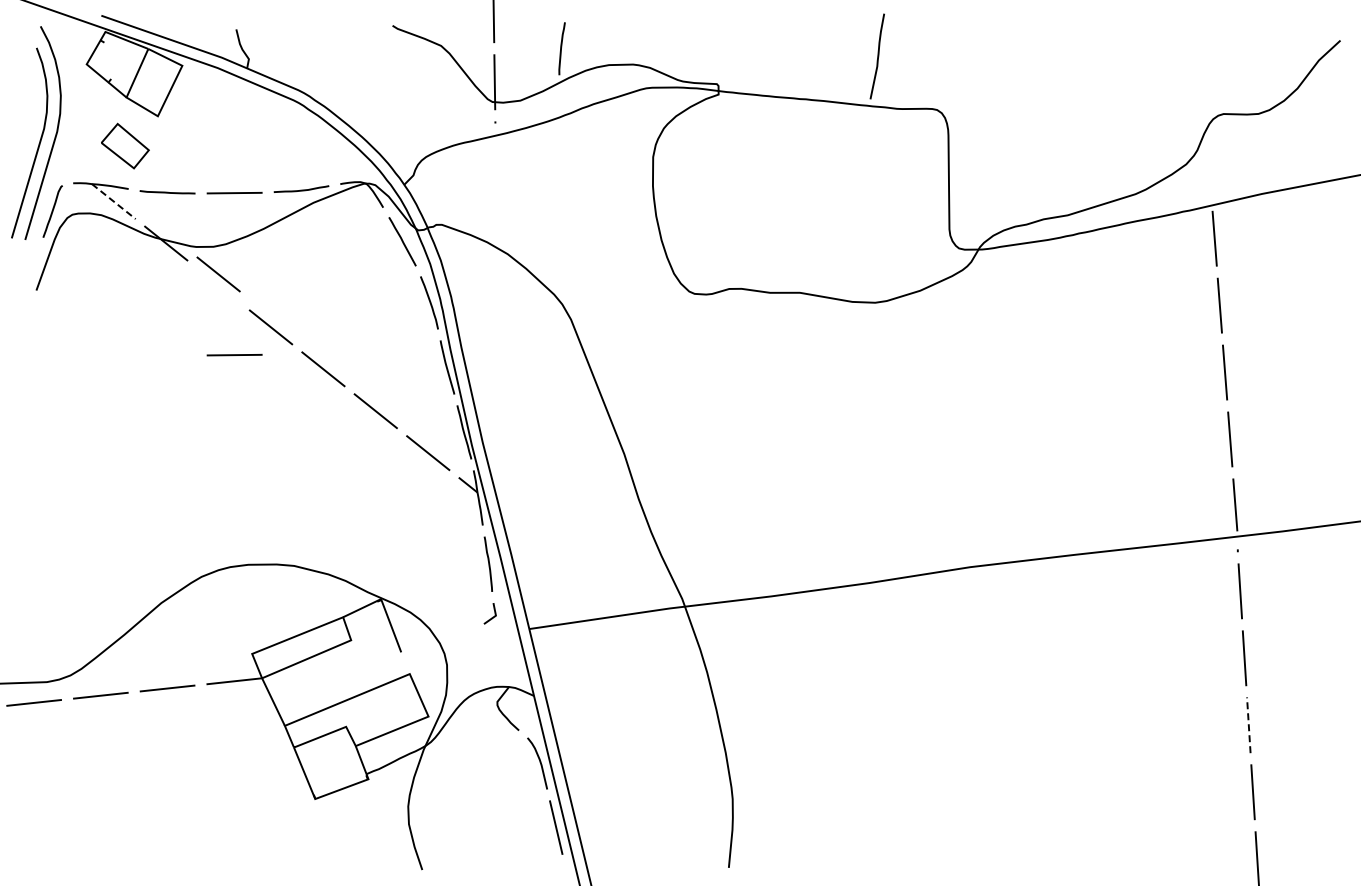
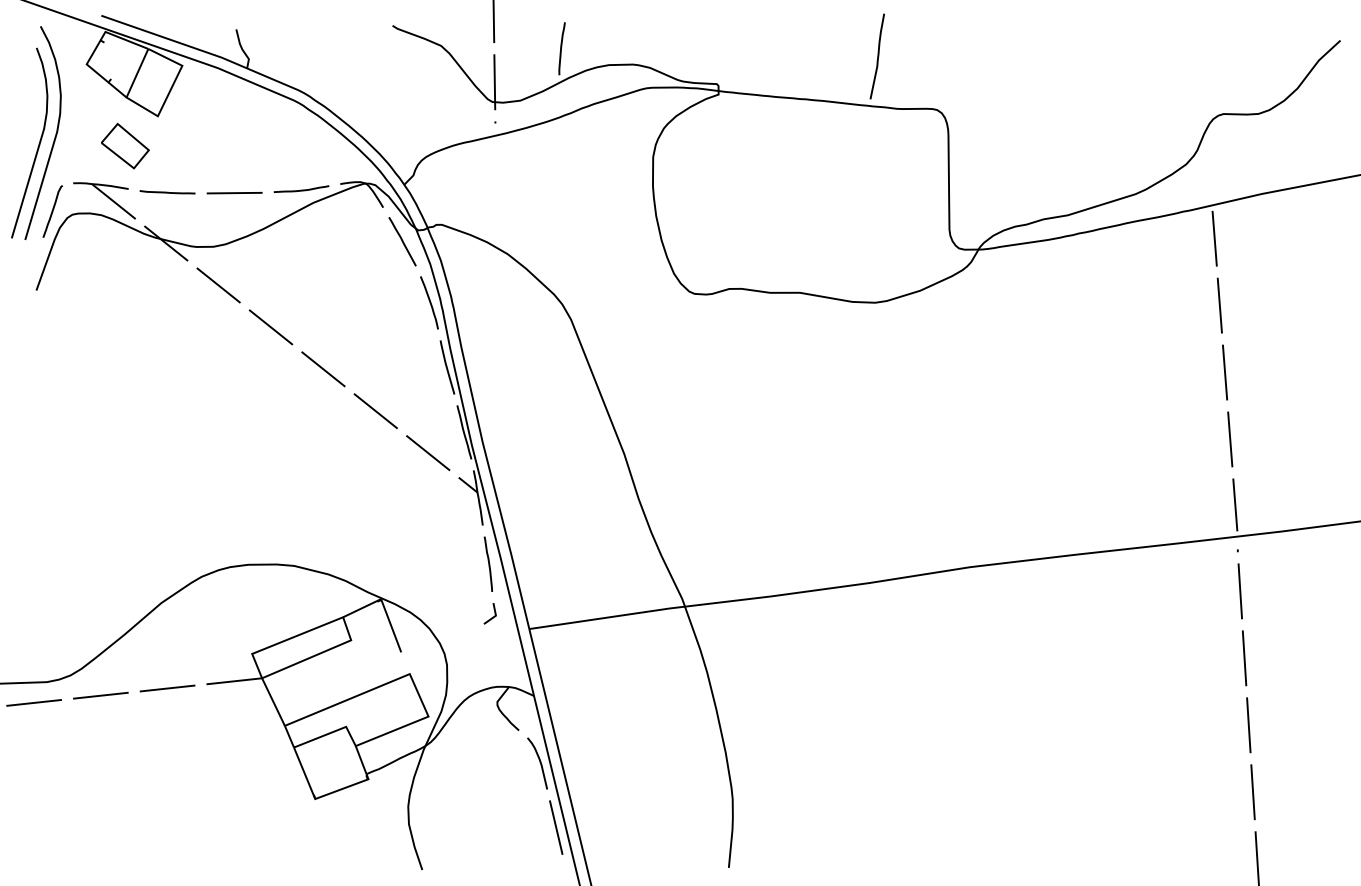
line at (113, 201): dashed -> solid
line at (218, 274) position: (218, 274) -> (218, 285)
line at (234, 354): present -> none
line at (1248, 725): dashed -> solid
